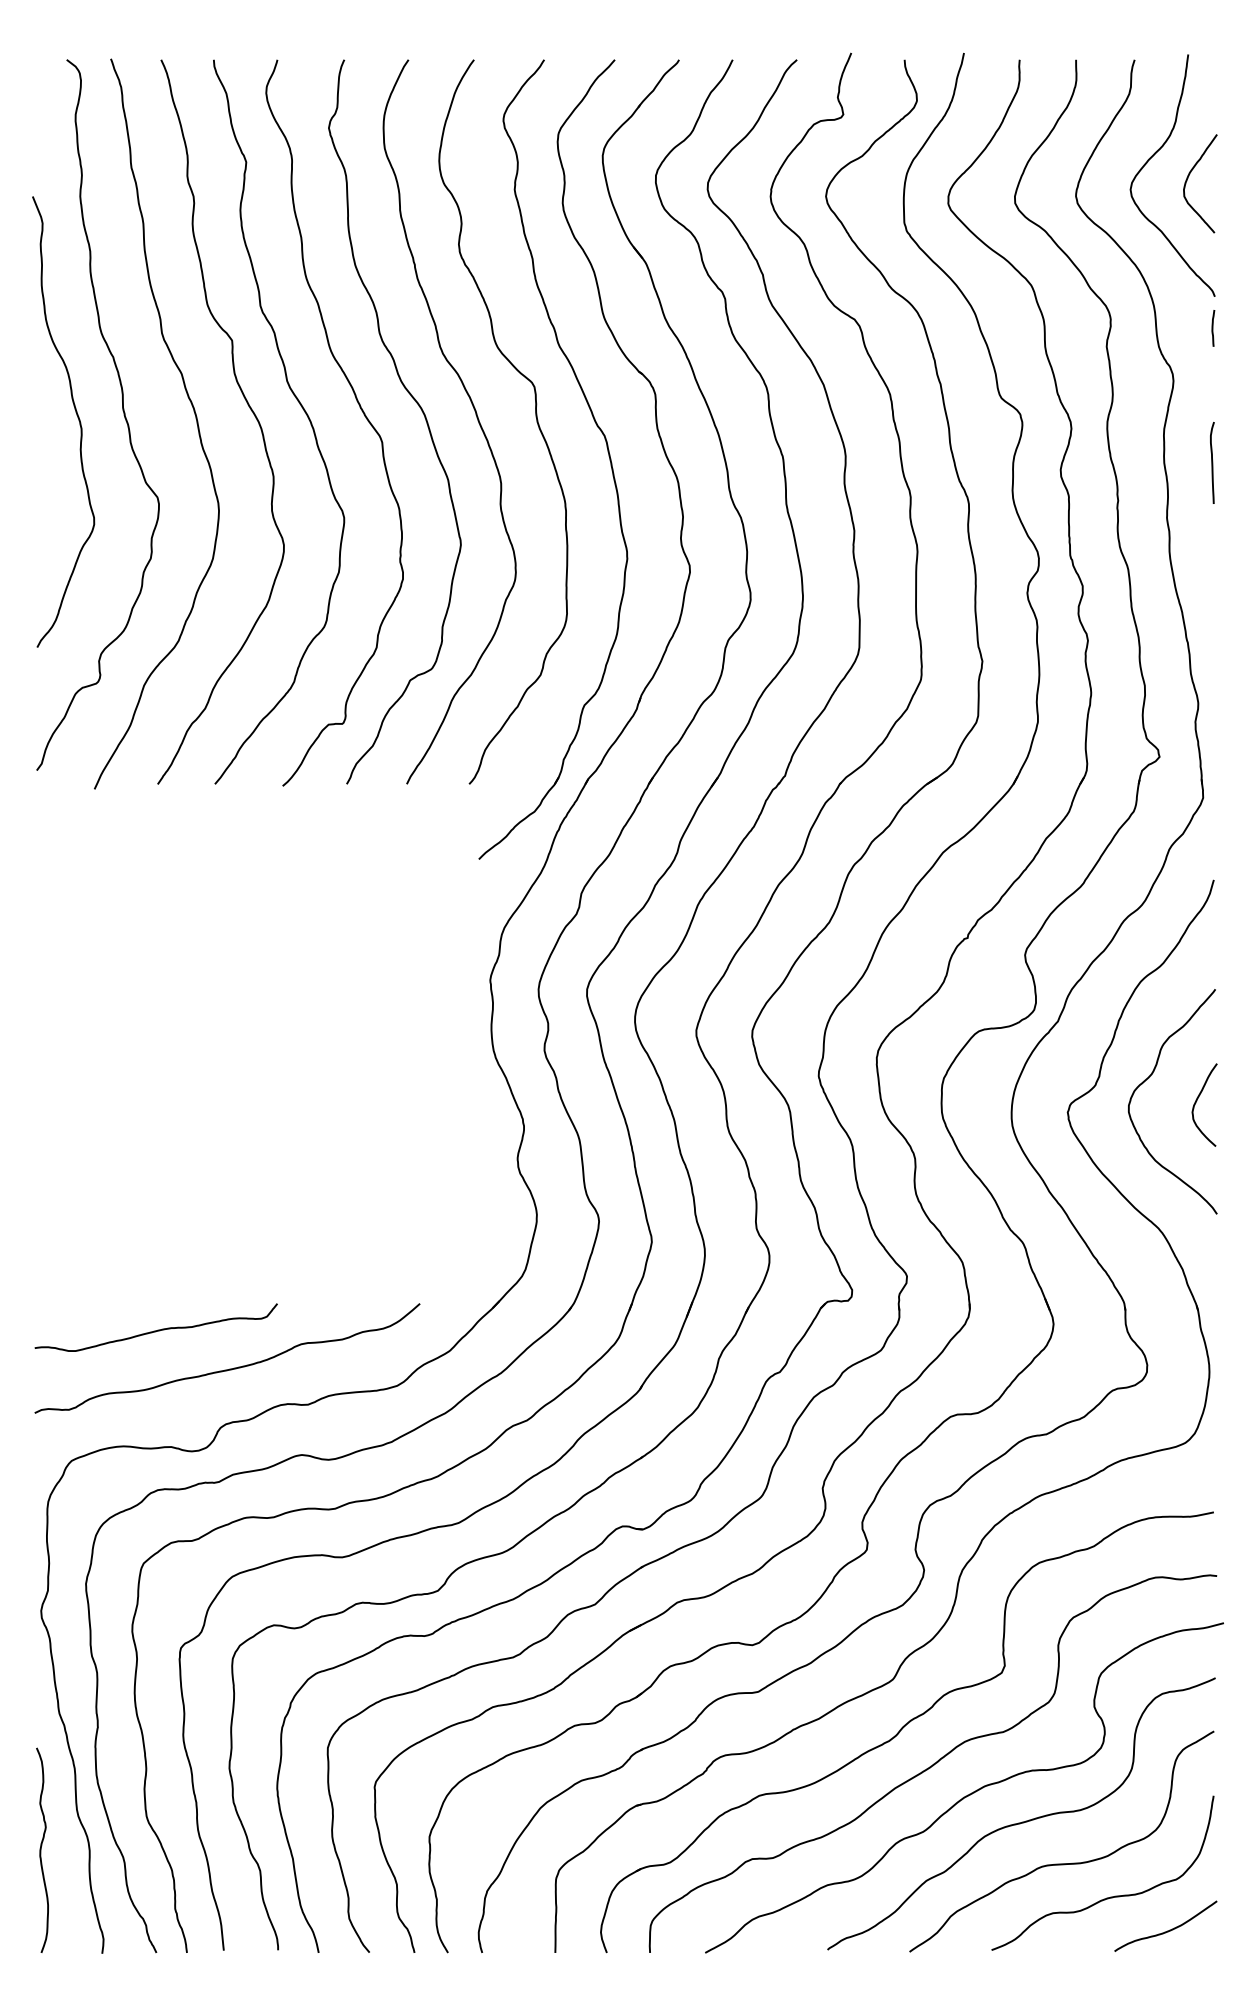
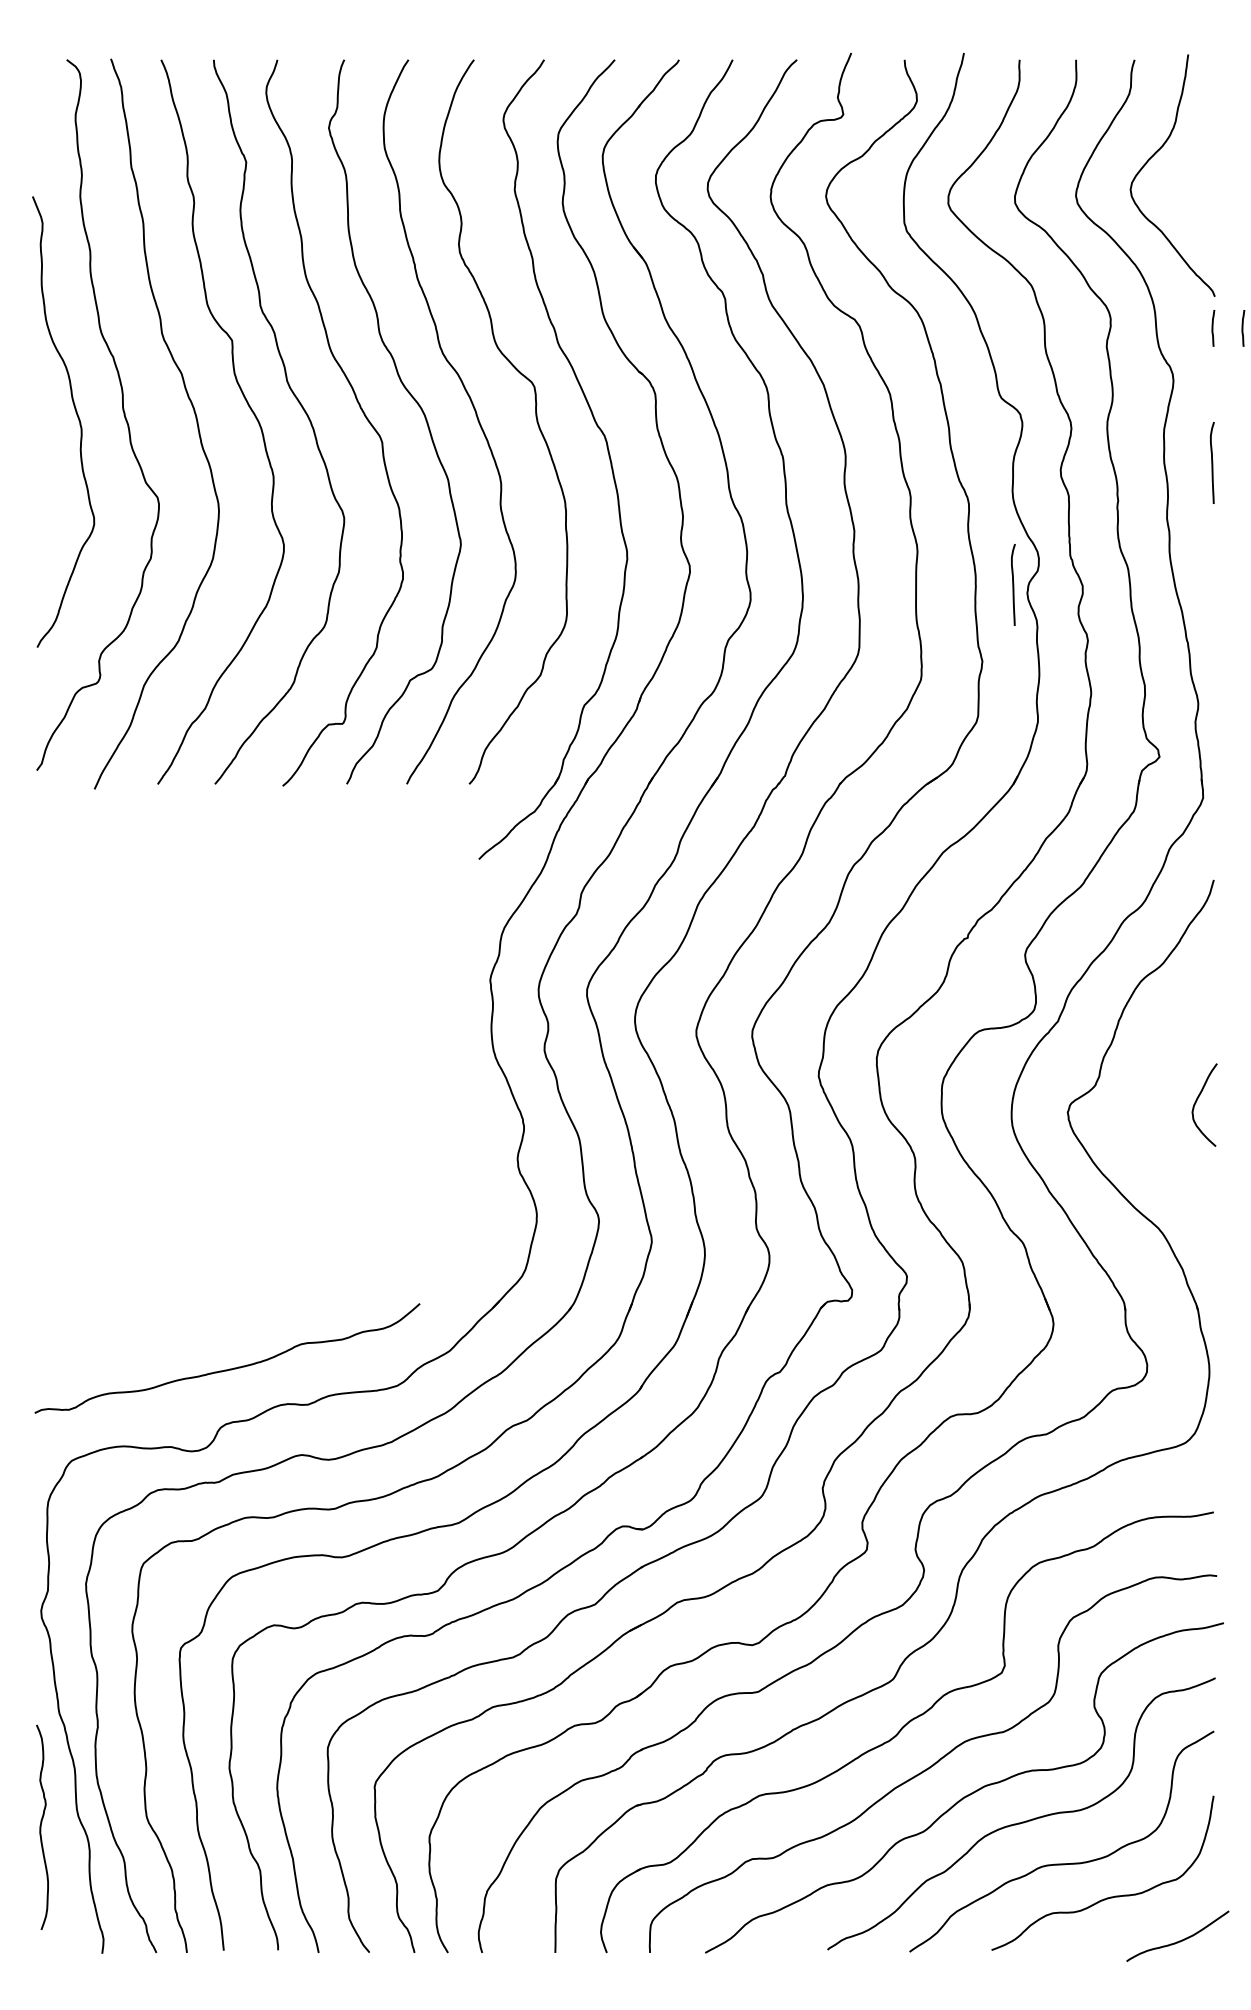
curve at (1188, 178): present -> none
curve at (1243, 328): none -> present
curve at (1013, 584): none -> present
curve at (1149, 1078): present -> none
curve at (157, 1329): present -> none
curve at (41, 1849) position: (41, 1849) -> (41, 1826)
curve at (1167, 1930) position: (1167, 1930) -> (1179, 1940)
